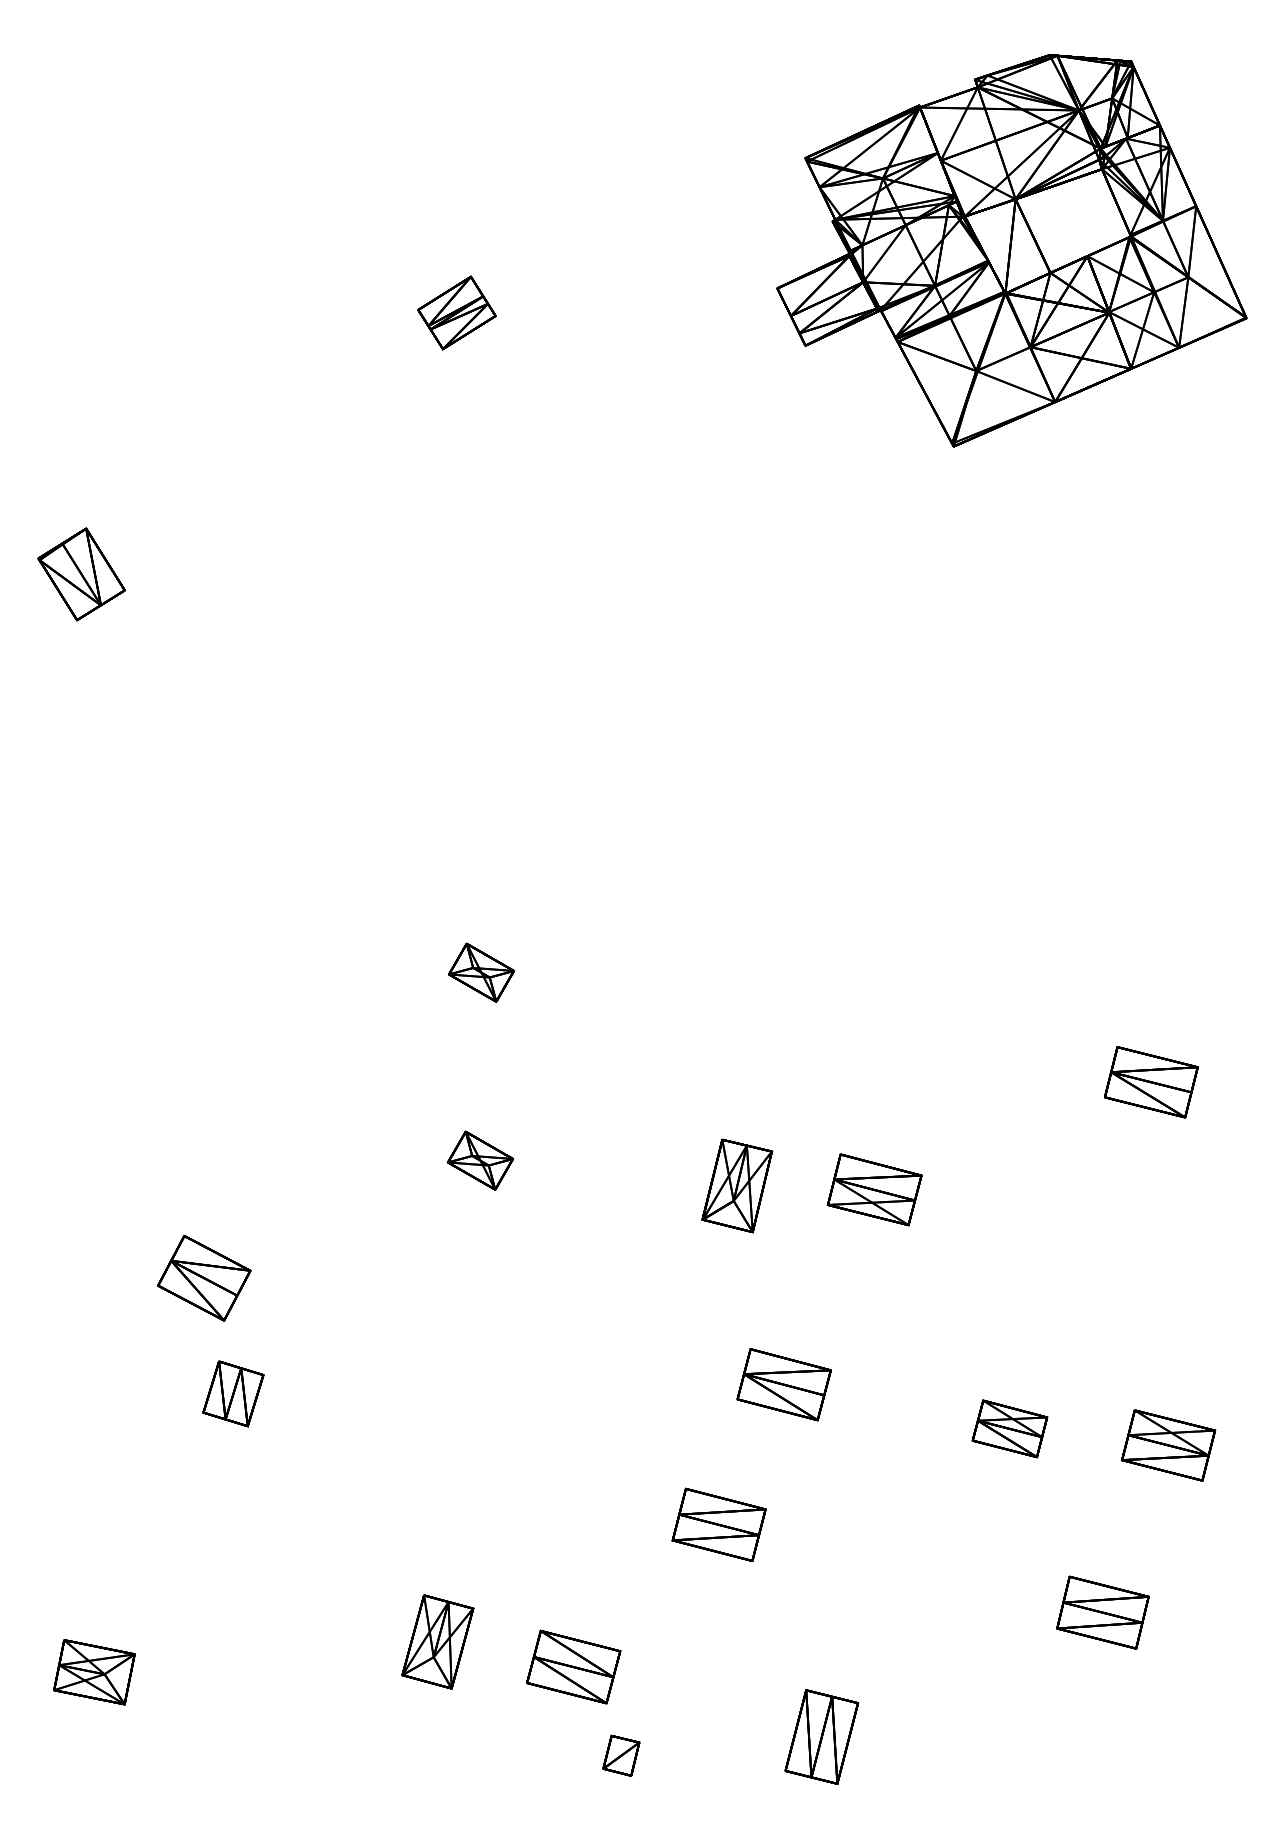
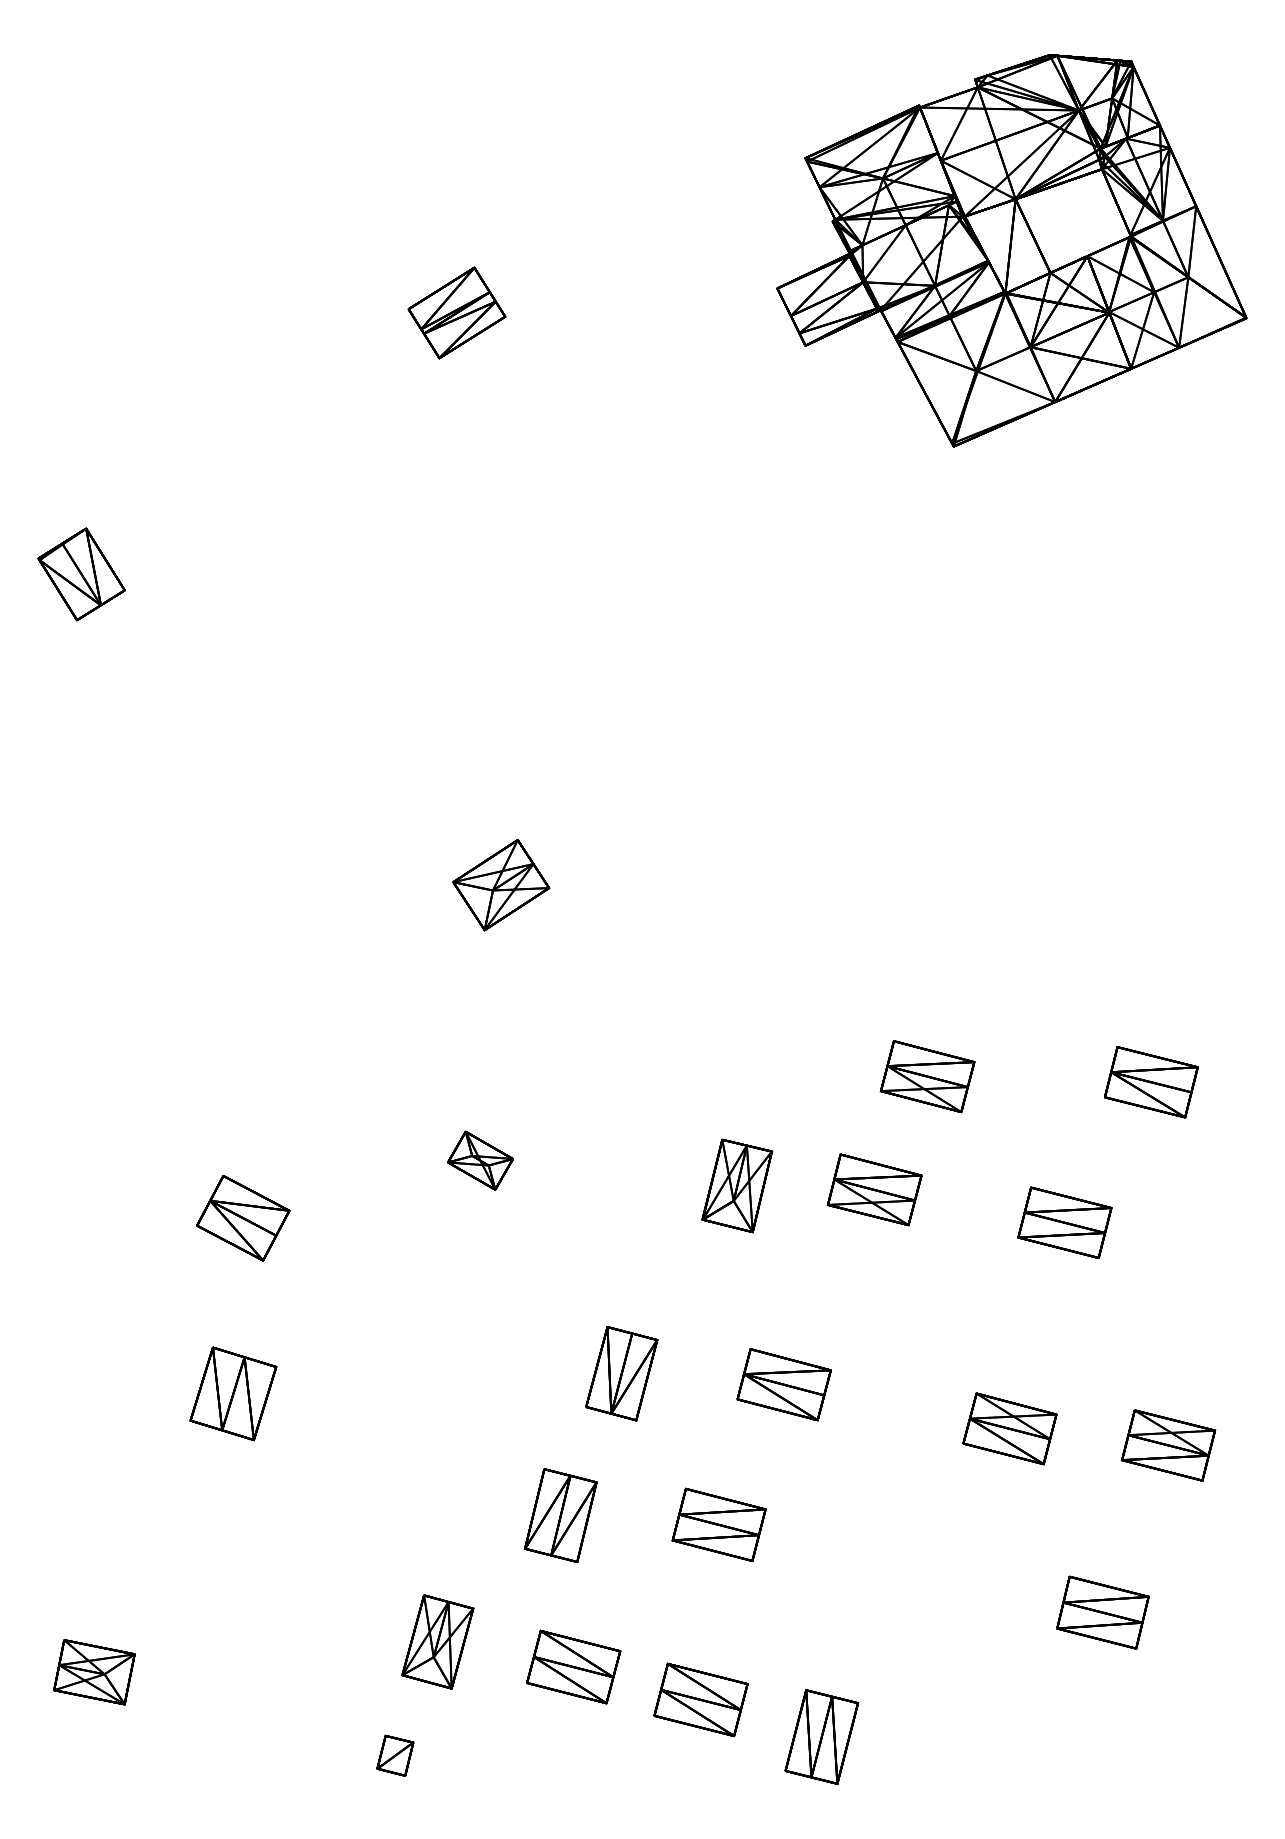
part at (456, 312) size: 80x76 px -> 100x94 px
part at (501, 885): none -> present
part at (481, 972): present -> none
part at (927, 1076): none -> present
part at (1064, 1222): none -> present
part at (204, 1278) position: (204, 1278) -> (243, 1218)
part at (621, 1373): none -> present
part at (233, 1393) size: 63x68 px -> 89x96 px
part at (1009, 1428) size: 78x60 px -> 96x74 px
part at (560, 1515): none -> present
part at (700, 1699): none -> present
part at (621, 1755) position: (621, 1755) -> (395, 1755)
